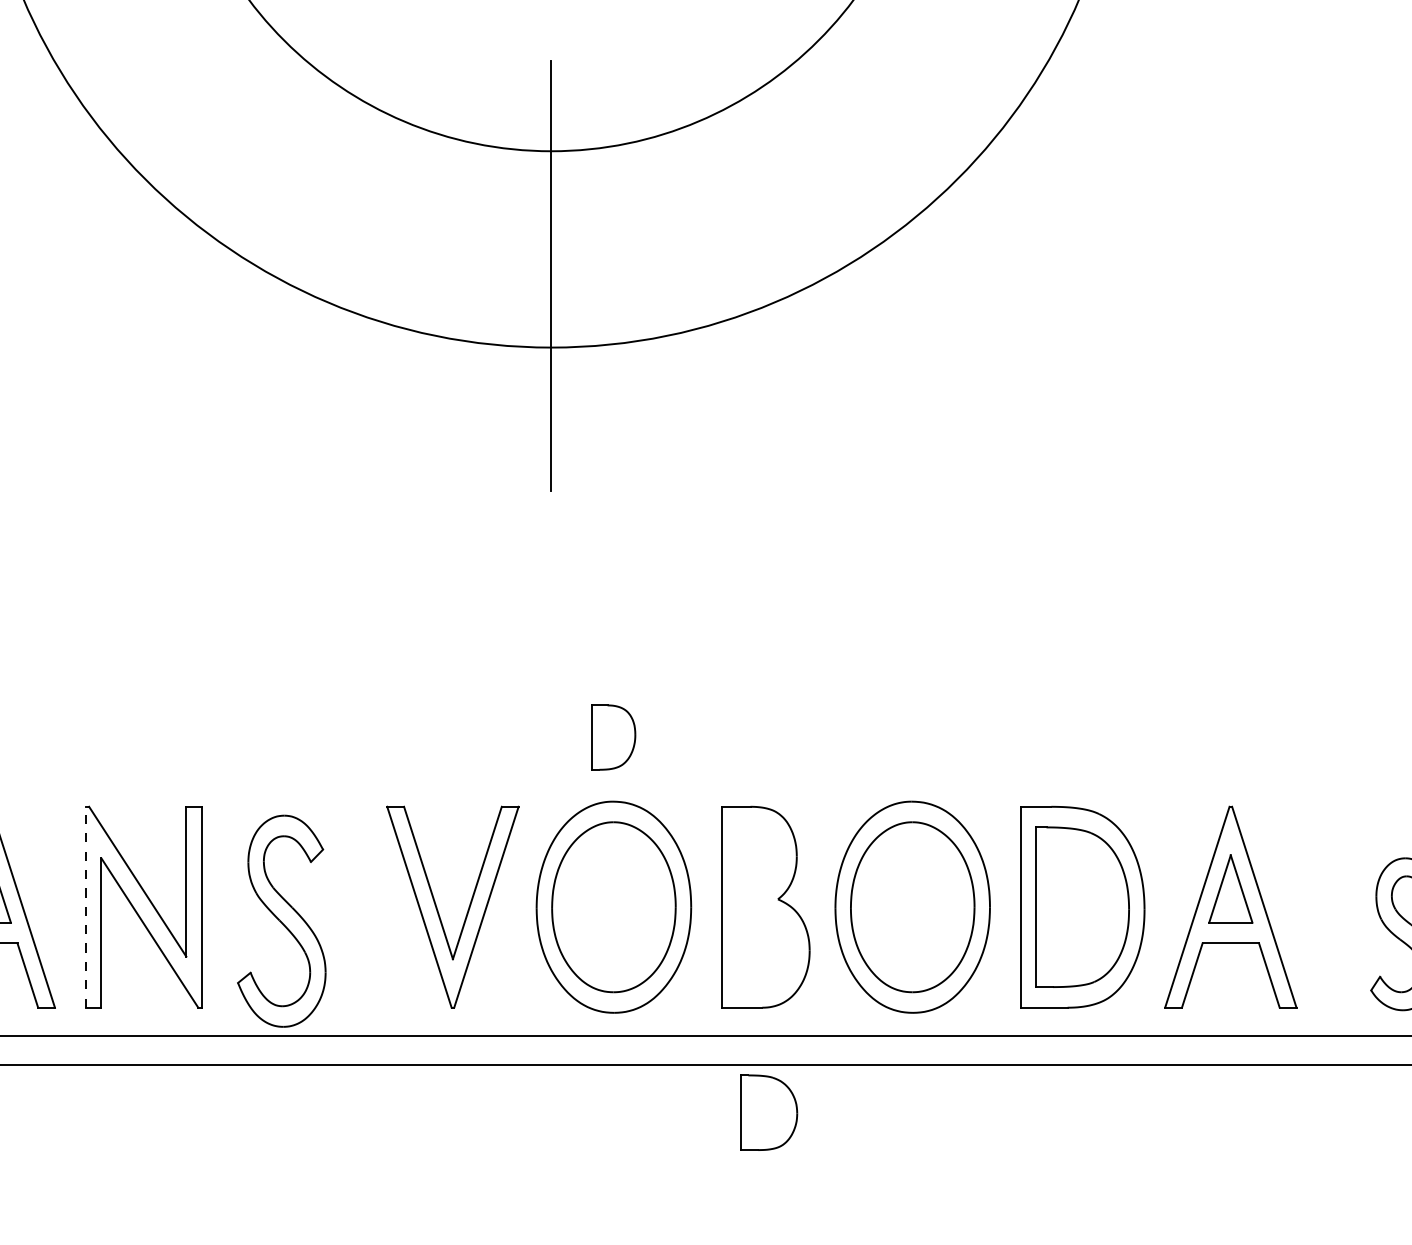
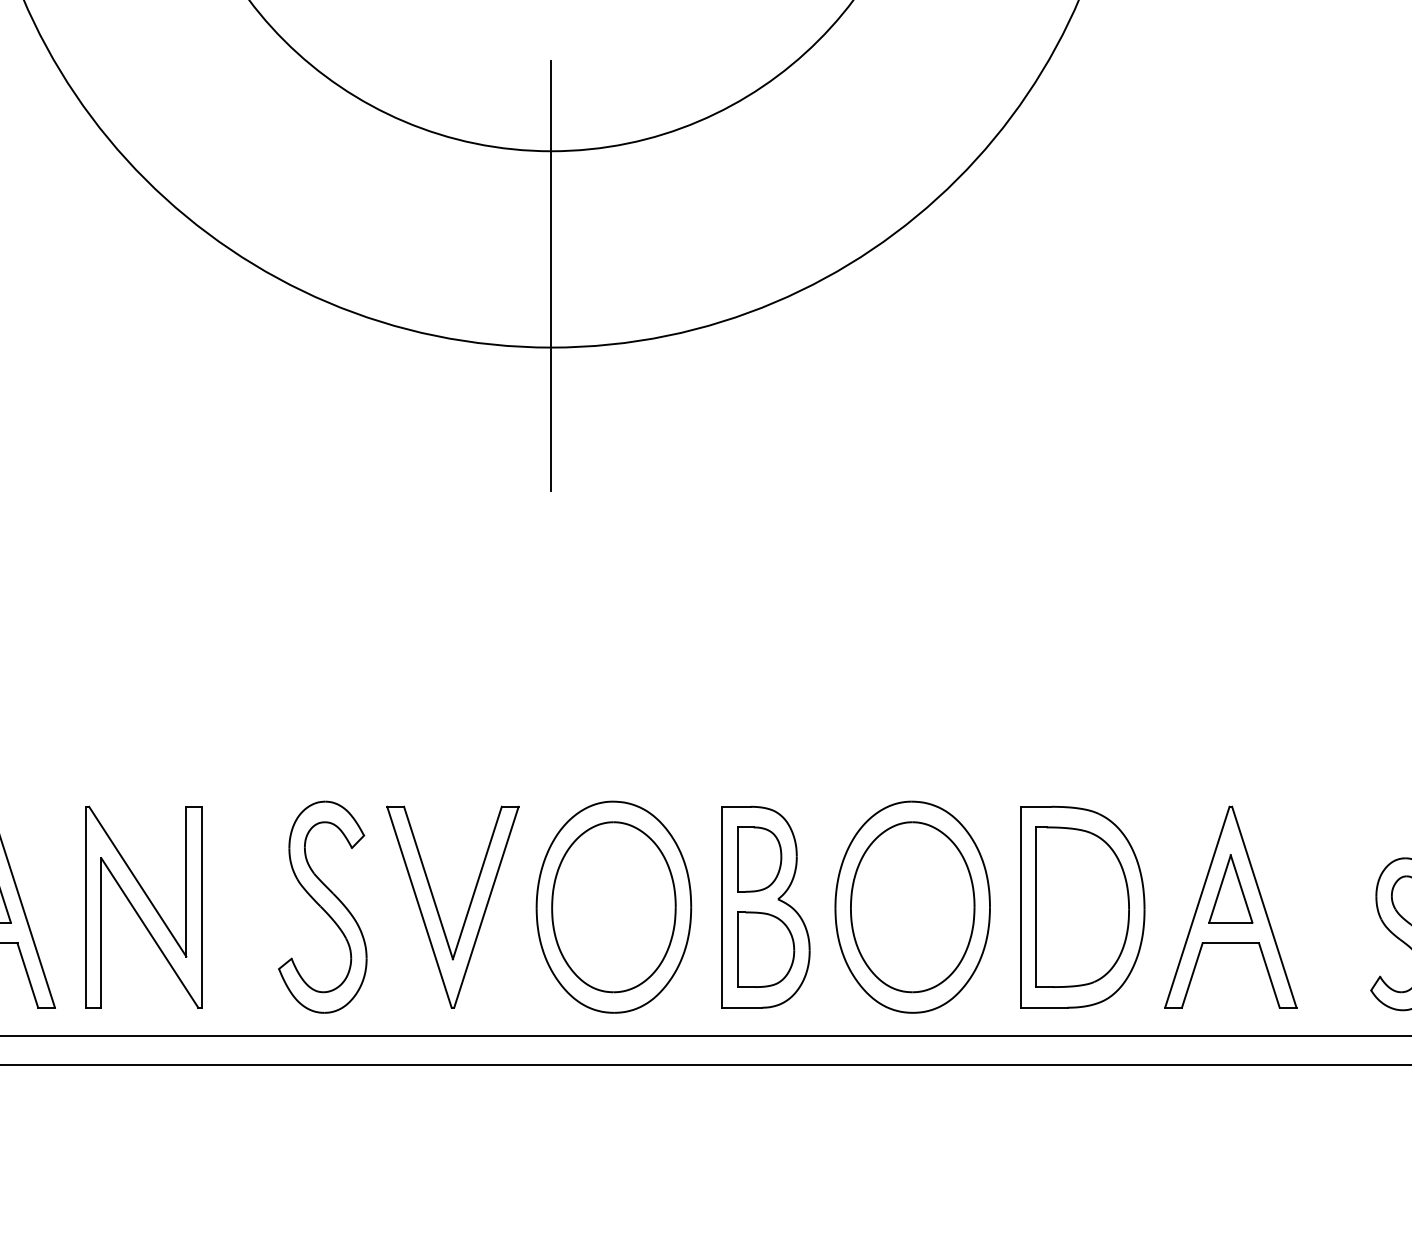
part at (613, 737) position: (613, 737) -> (759, 859)
line at (85, 906): dashed -> solid
part at (281, 920) position: (281, 920) -> (322, 906)
part at (769, 1112) position: (769, 1112) -> (766, 949)
